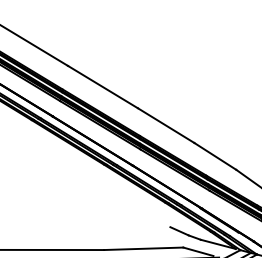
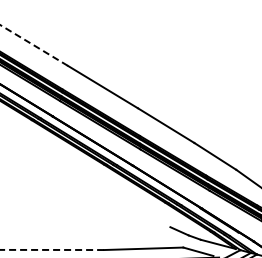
line at (33, 45): solid -> dashed
line at (52, 249): solid -> dashed
